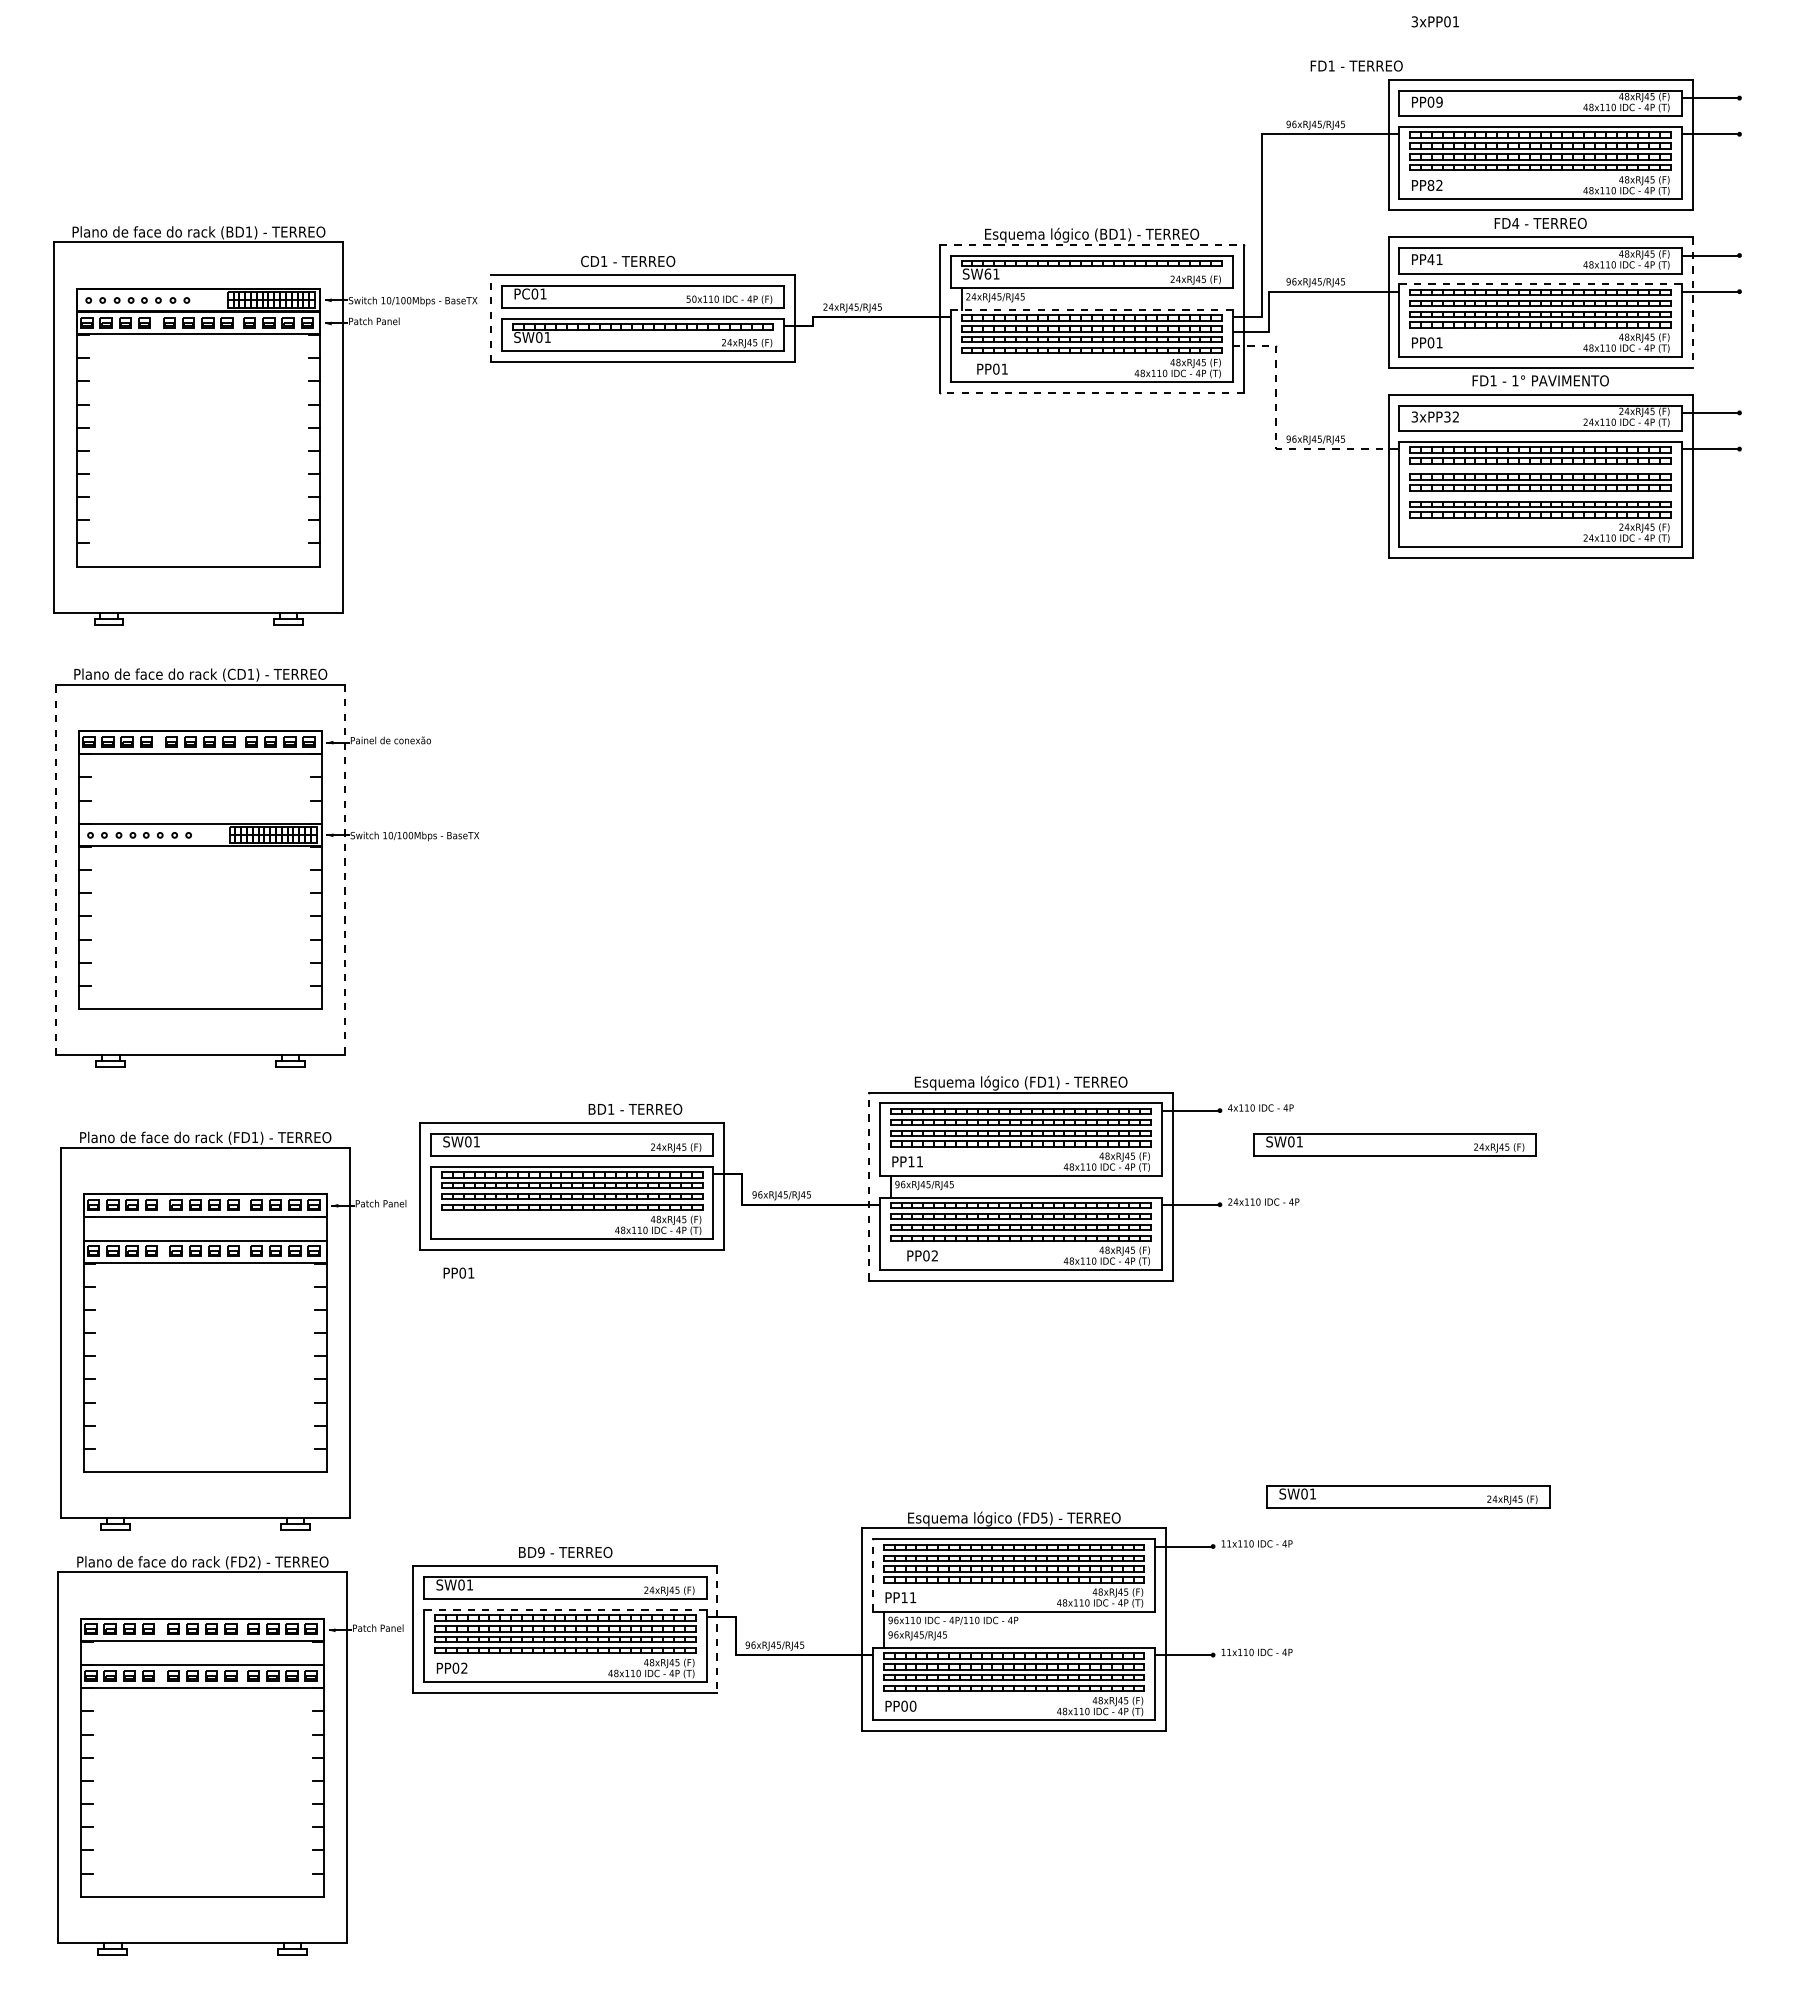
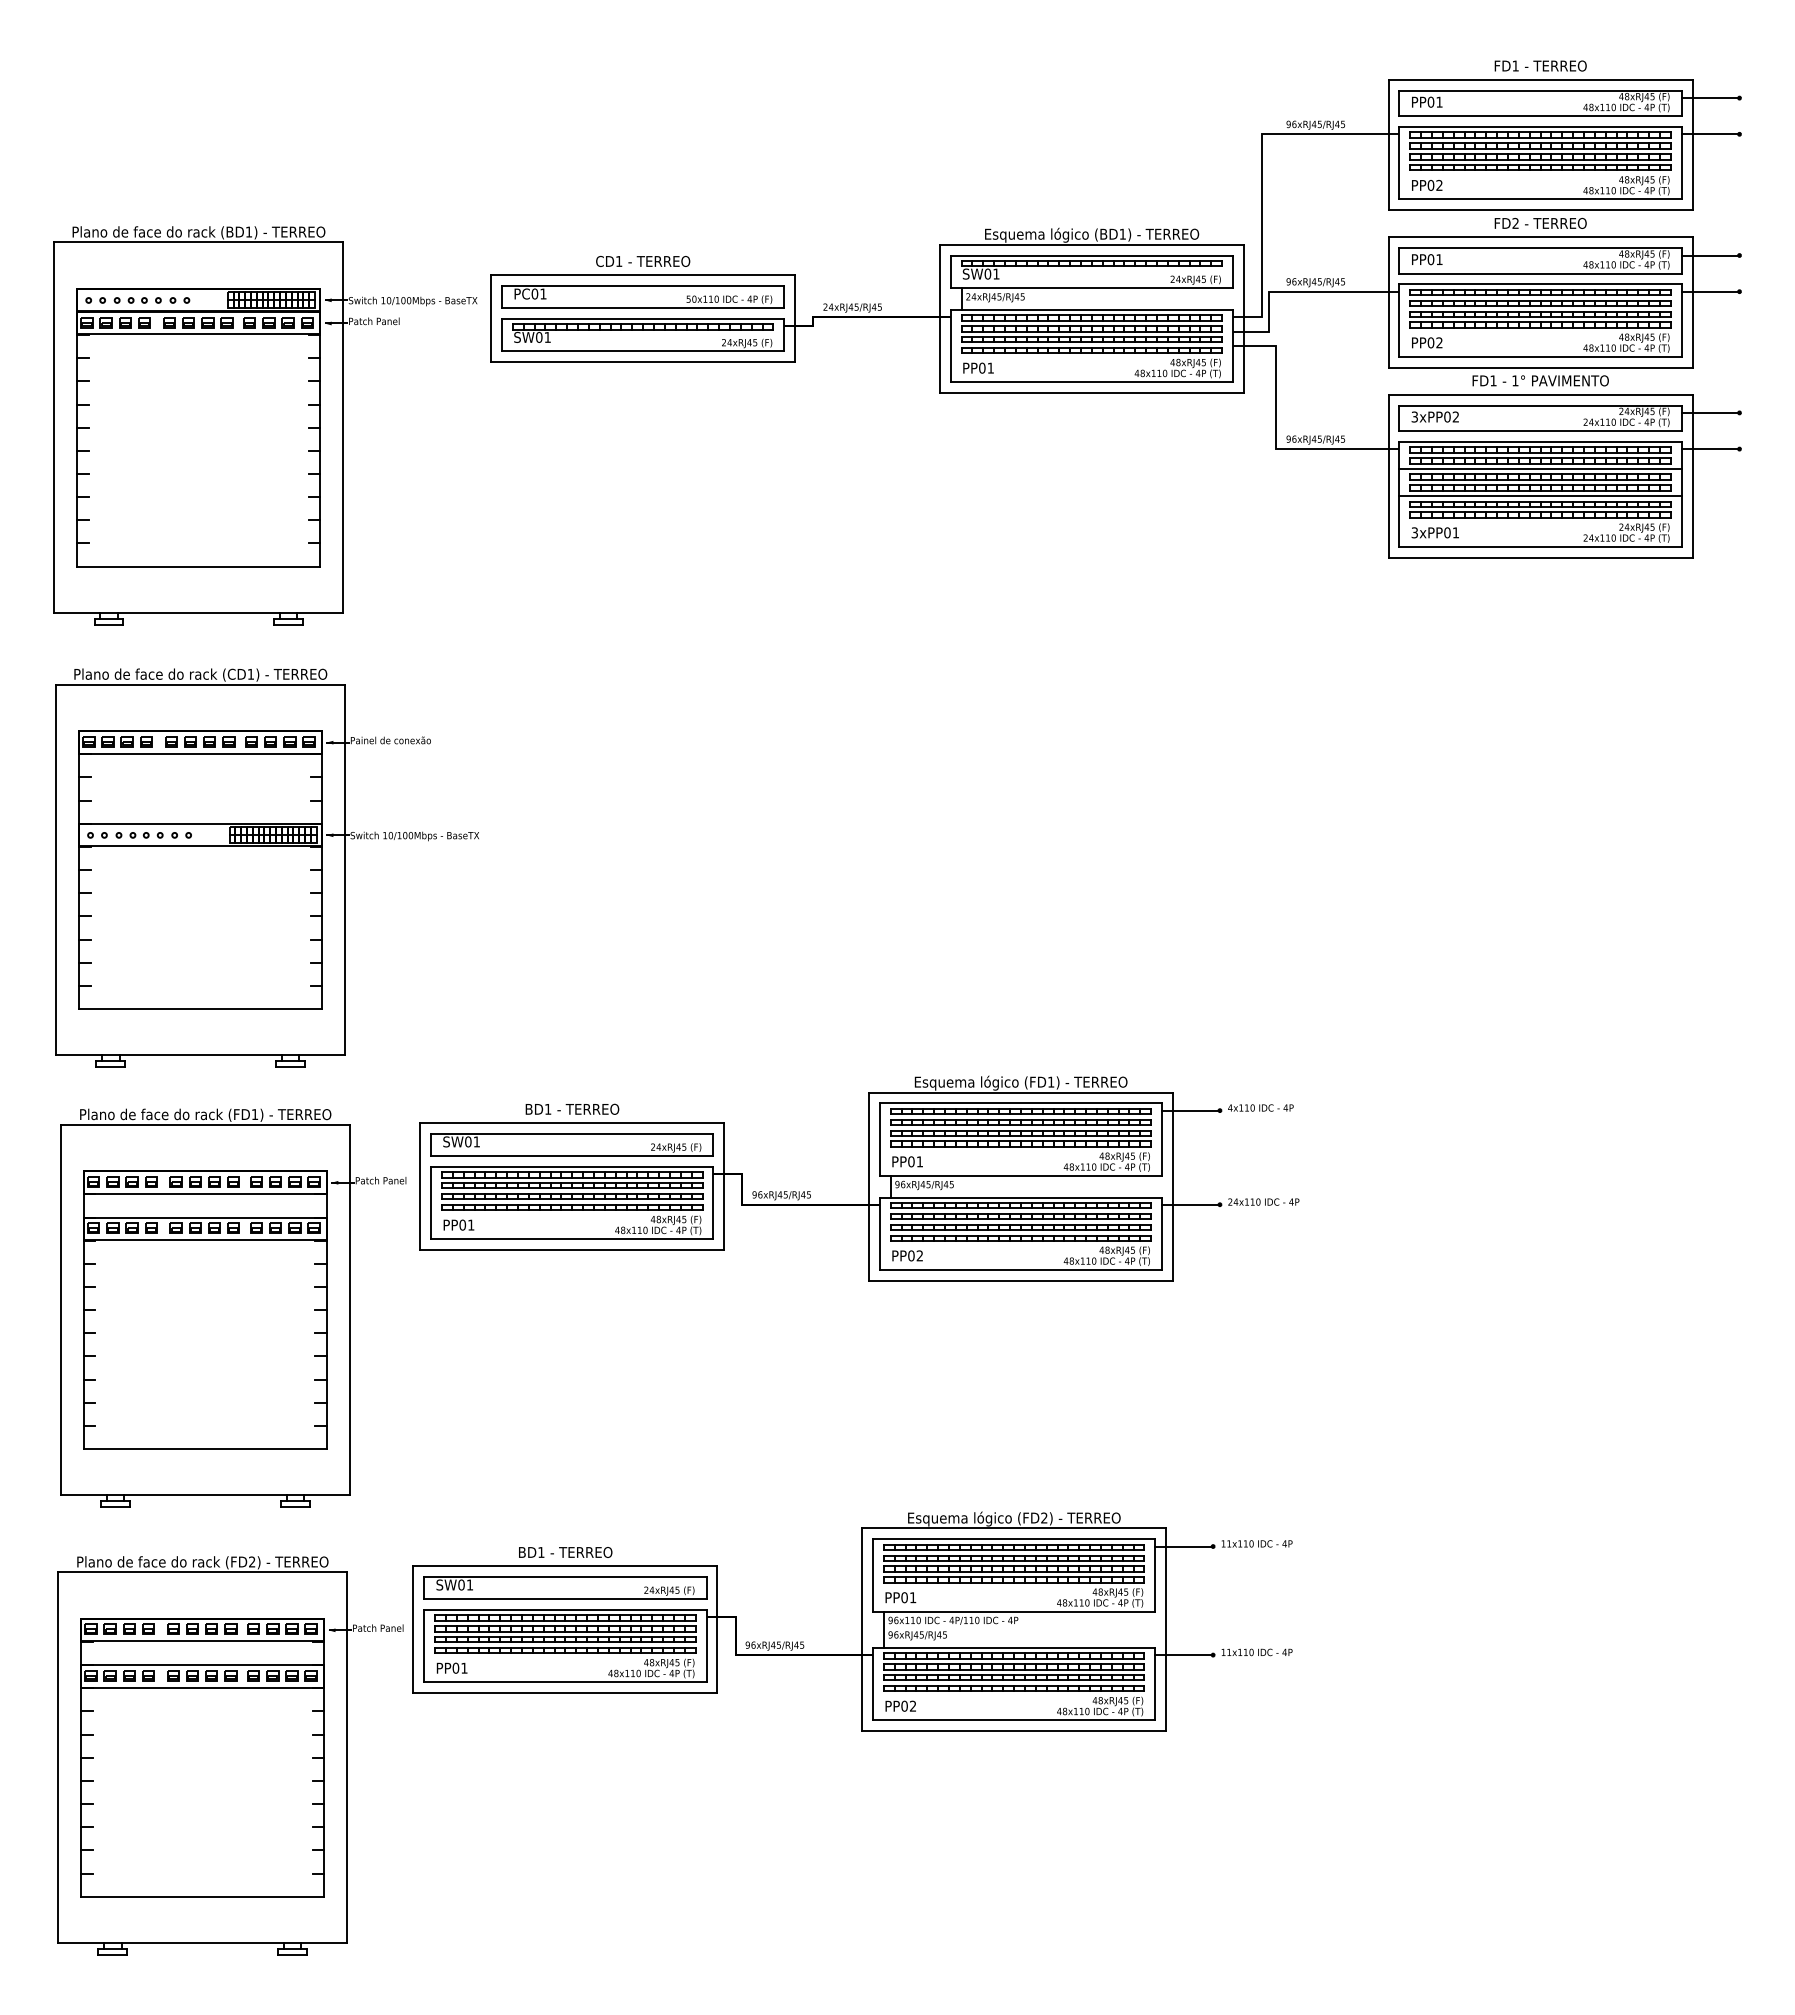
text at (1434, 21) position: (1434, 21) -> (1434, 532)
text at (1356, 65) position: (1356, 65) -> (1540, 65)
text at (1439, 101): PP09 -> PP01
text at (1430, 185): PP82 -> PP02
text at (1515, 222): FD4 -> FD2
line at (1091, 244): dashed -> solid
text at (1430, 259): PP41 -> PP01
text at (628, 261) position: (628, 261) -> (643, 261)
text at (987, 273): SW61 -> SW01
line at (1541, 284): dashed -> solid
line at (1692, 303): dashed -> solid
line at (1092, 309): dashed -> solid
line at (491, 318): dashed -> solid
text at (1439, 342): PP01 -> PP02
text at (992, 368) position: (992, 368) -> (978, 367)
line at (1091, 393): dashed -> solid
text at (1447, 416): 3xPP32 -> 3xPP02
line at (1276, 437): dashed -> solid
line at (1540, 469): none -> present
line at (1540, 496): none -> present
line at (55, 869): dashed -> solid
line at (345, 870): dashed -> solid
text at (635, 1108) position: (635, 1108) -> (572, 1108)
part at (1394, 1144): present -> none
text at (911, 1161): PP11 -> PP01
line at (868, 1186): dashed -> solid
text at (922, 1255) position: (922, 1255) -> (907, 1255)
text at (458, 1272) position: (458, 1272) -> (458, 1224)
part at (233, 1330) position: (233, 1330) -> (233, 1307)
part at (1408, 1496): present -> none
text at (1044, 1517): (FD5) -> (FD2)
text at (541, 1552): BD9 -> BD1
line at (873, 1574): dashed -> solid
text at (904, 1597): PP11 -> PP01
line at (565, 1609): dashed -> solid
line at (717, 1630): dashed -> solid
text at (464, 1667): PP02 -> PP01
text at (912, 1705): PP00 -> PP02
